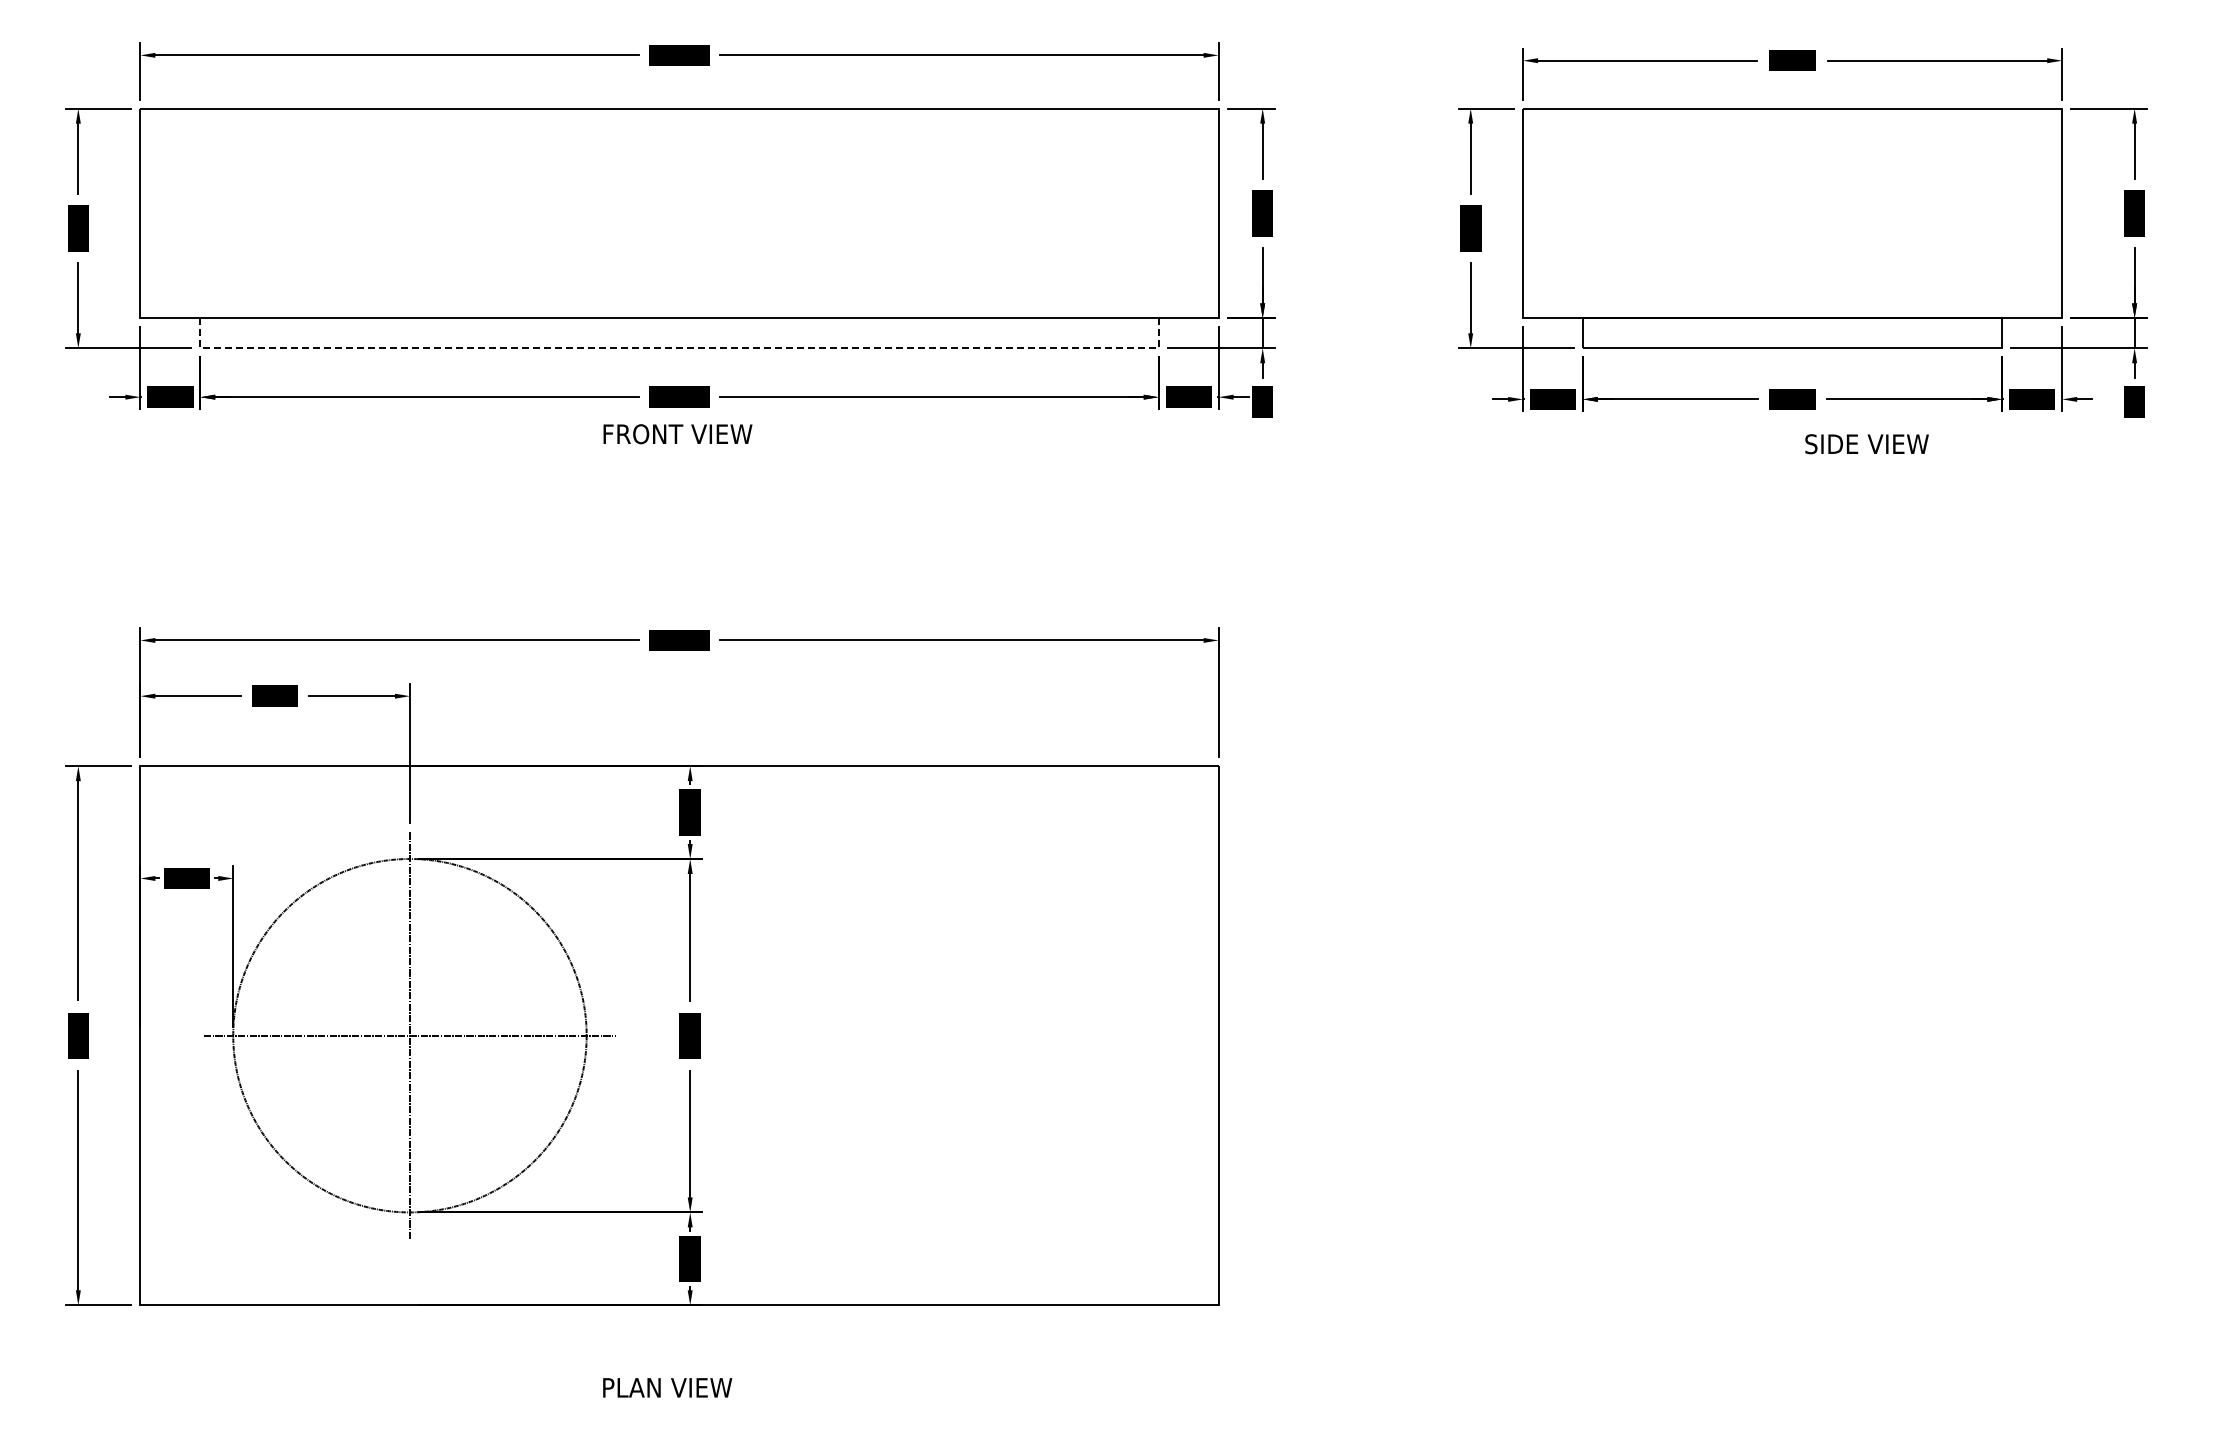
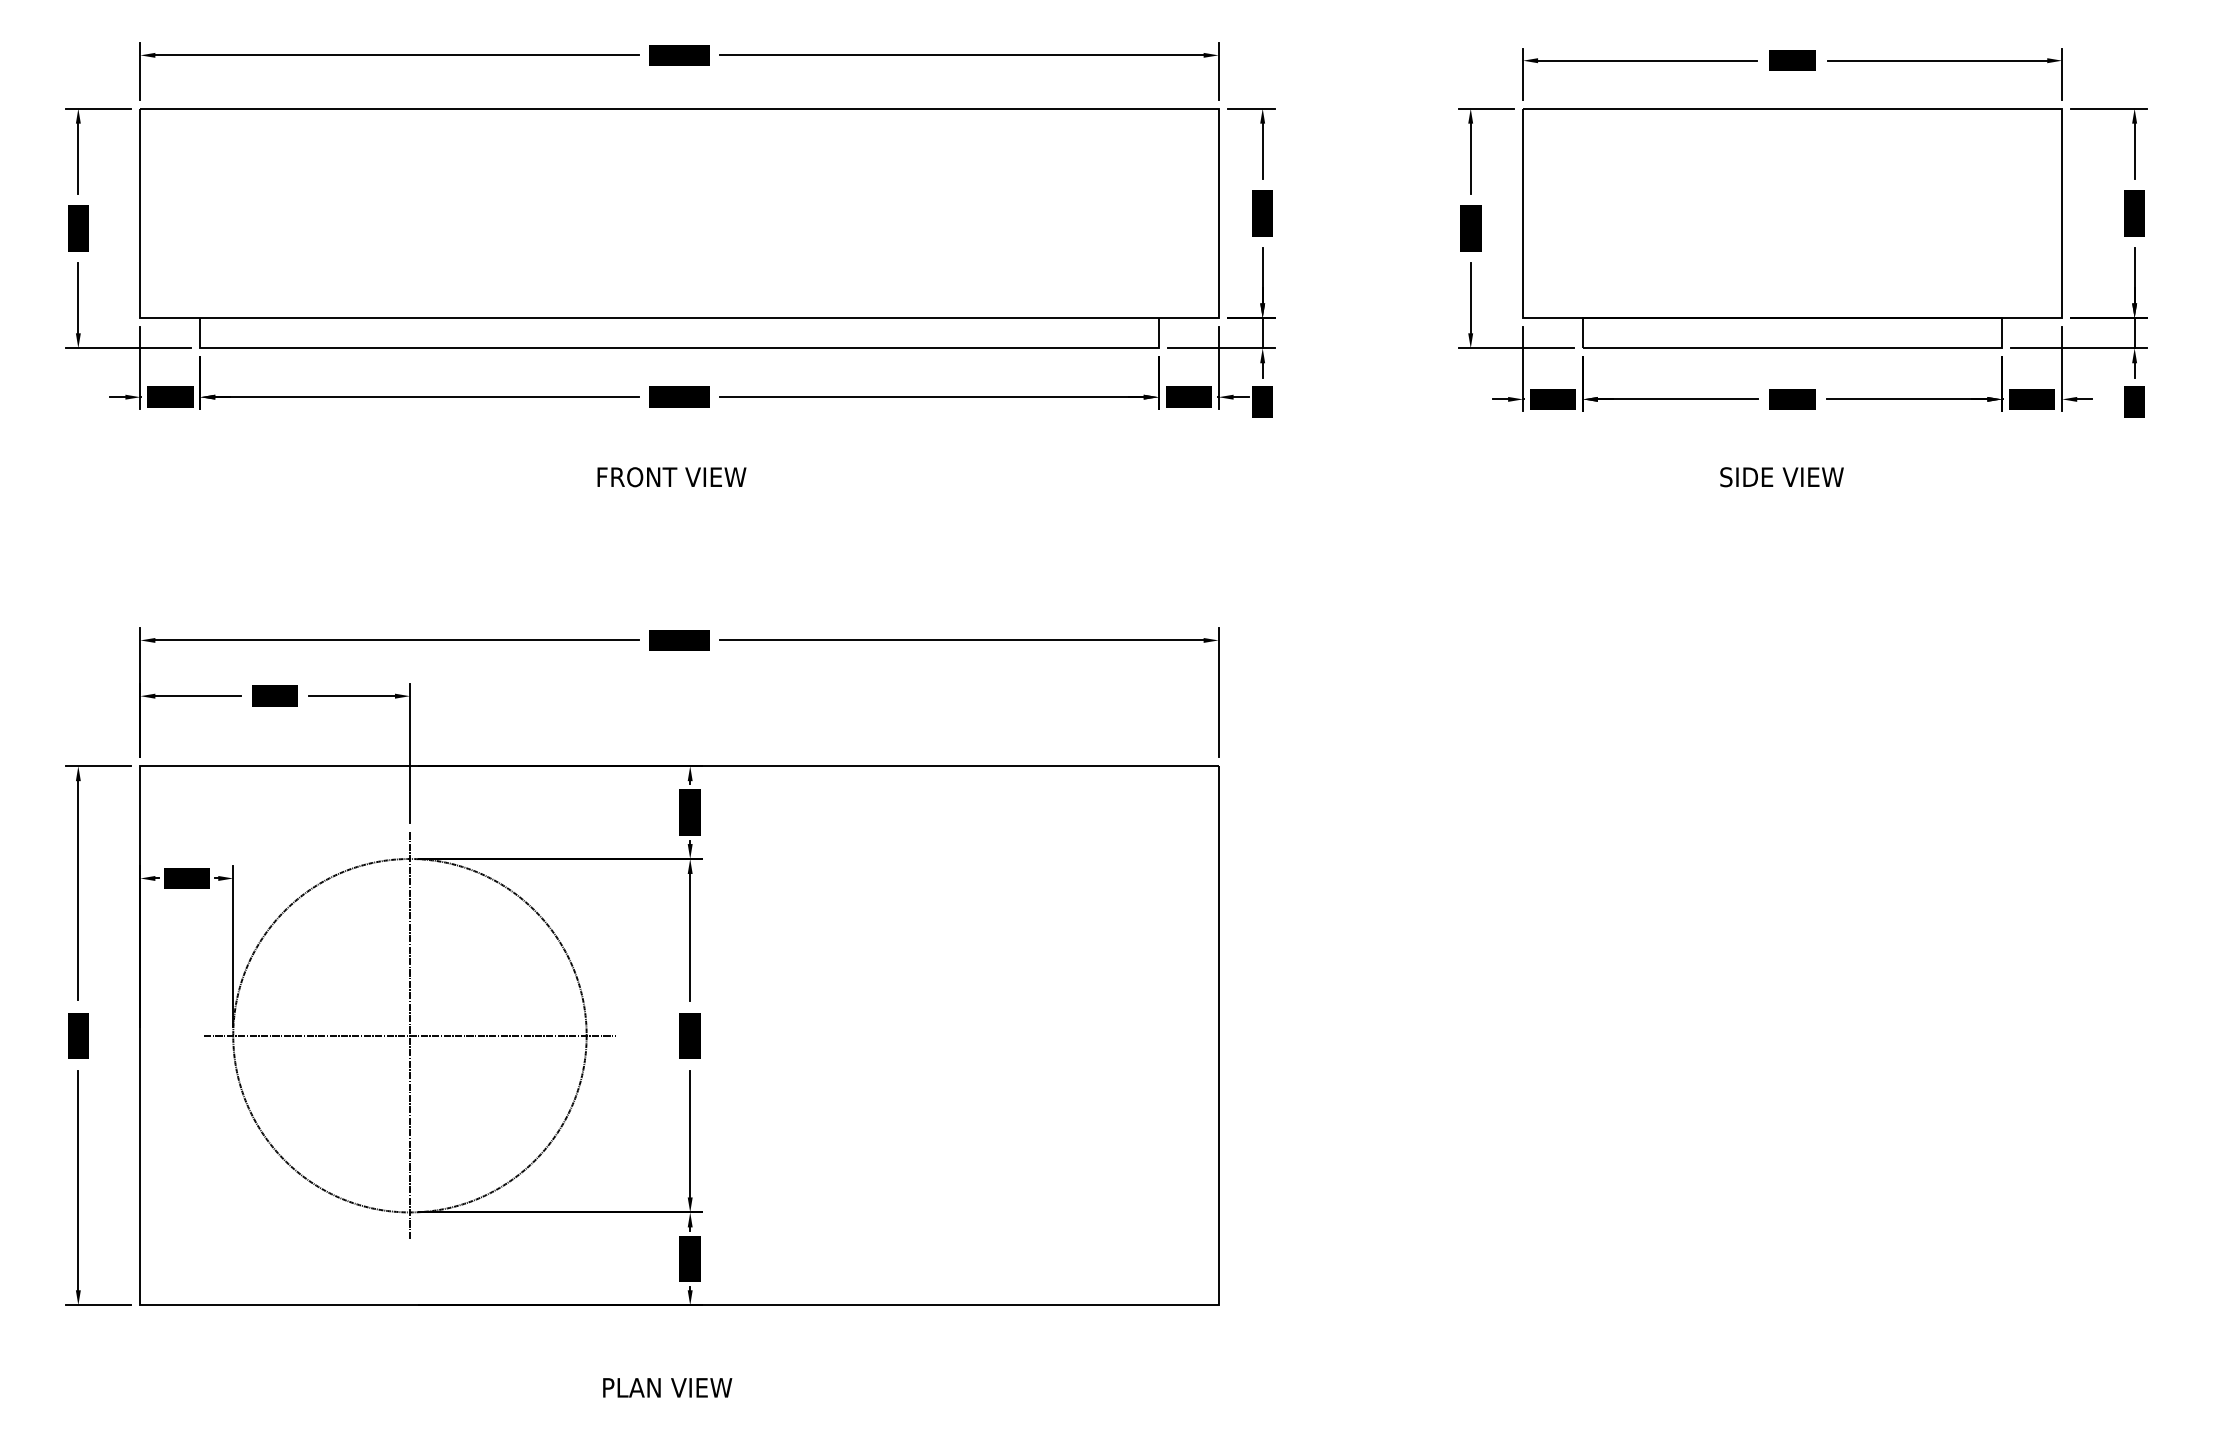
line at (680, 348): dashed -> solid
text at (677, 434) position: (677, 434) -> (671, 477)
text at (1866, 444) position: (1866, 444) -> (1781, 477)
